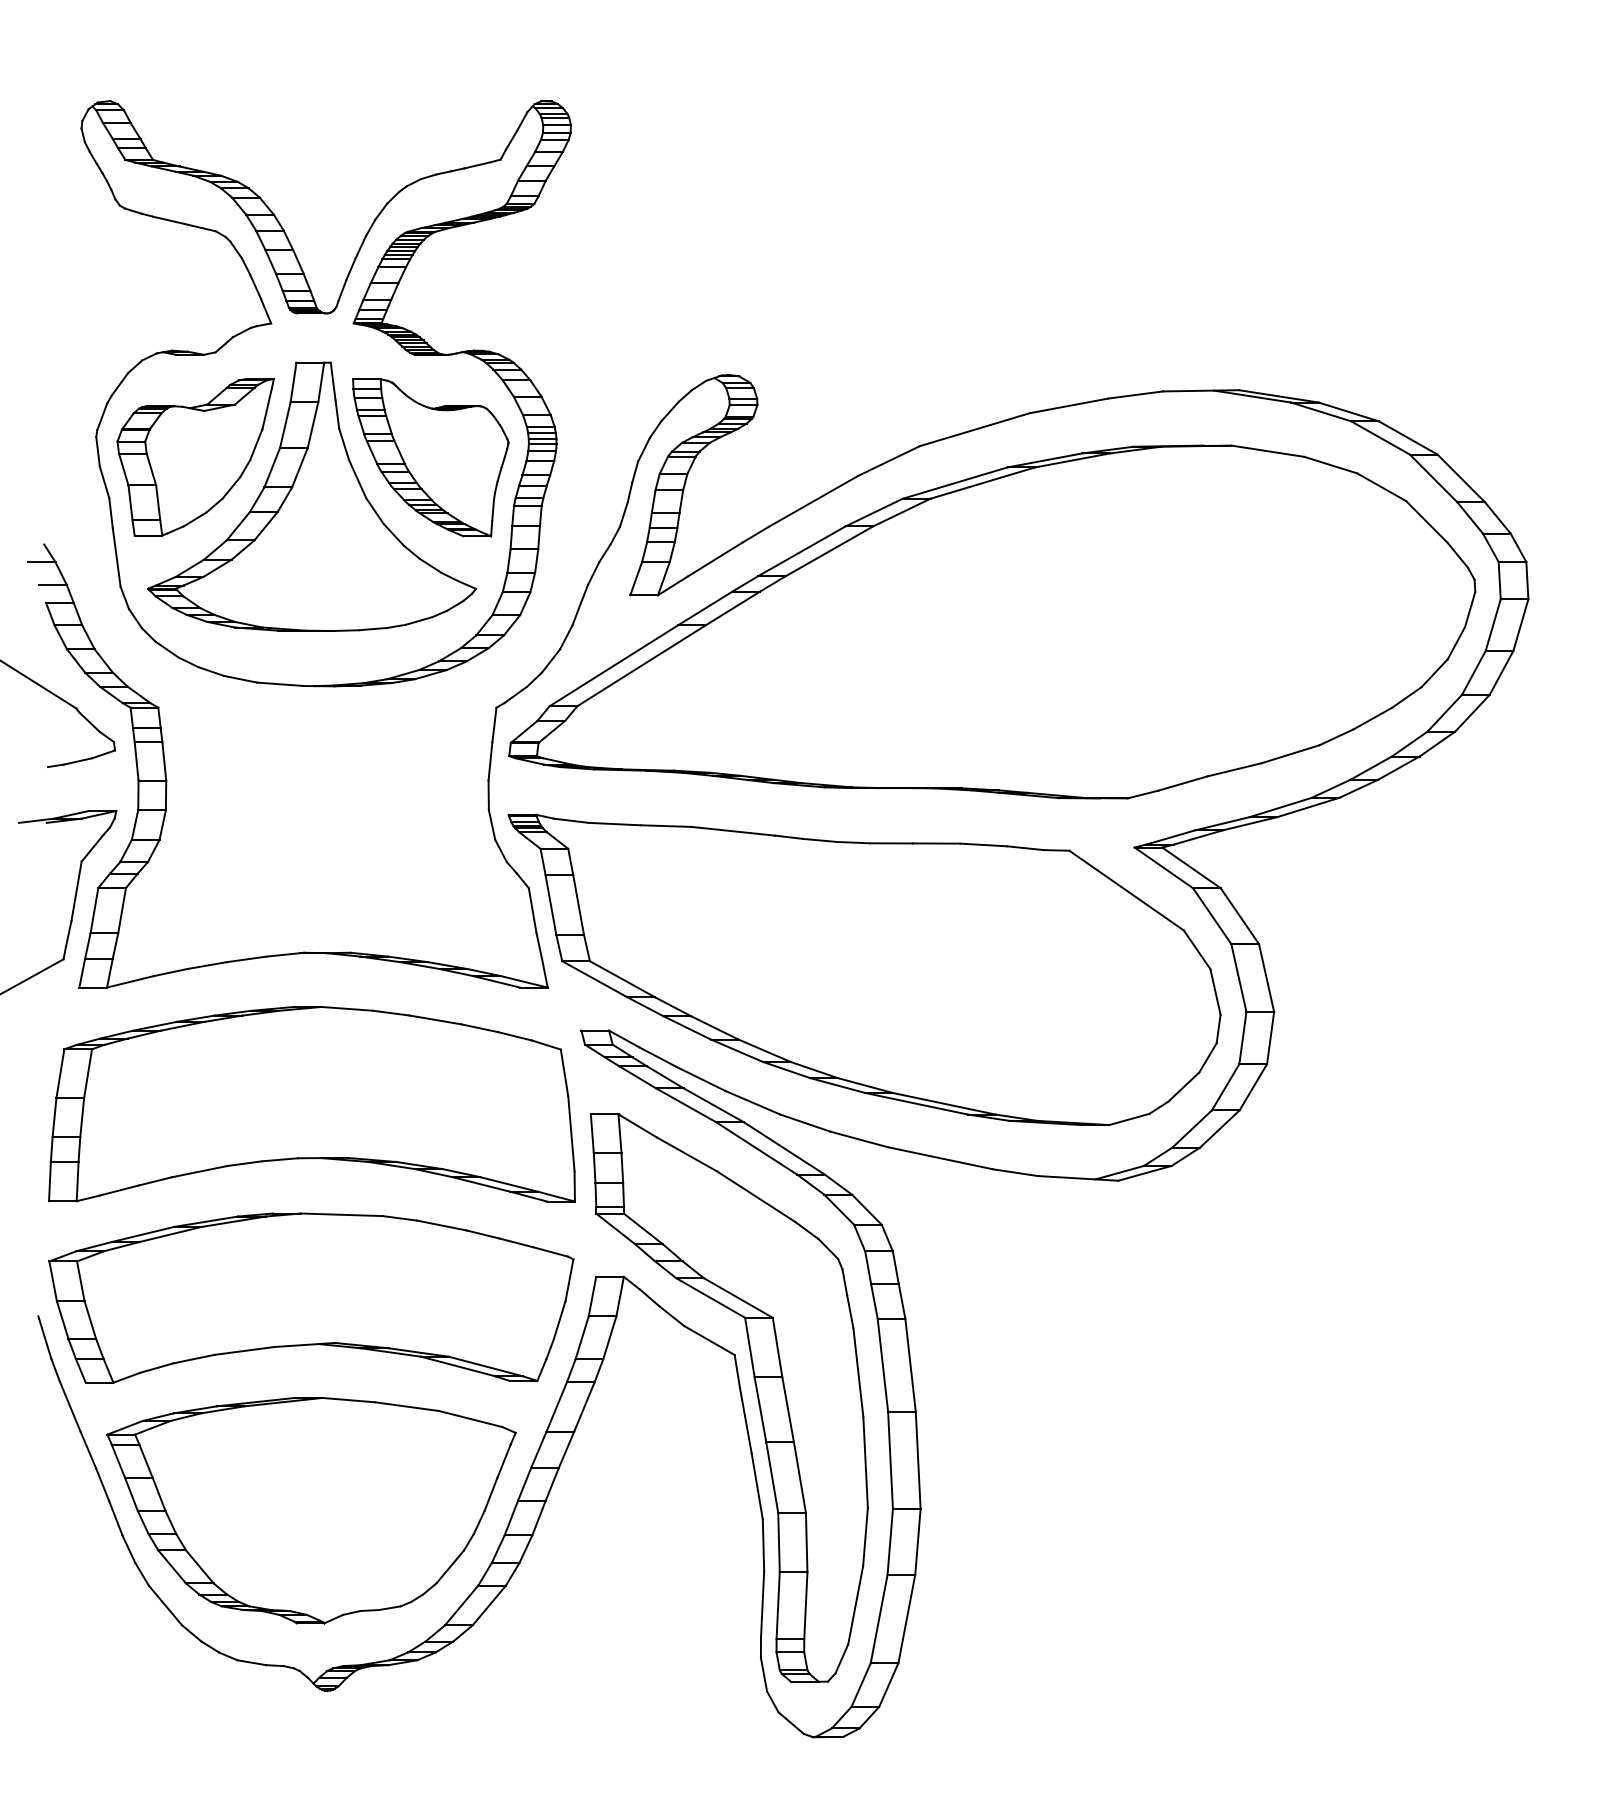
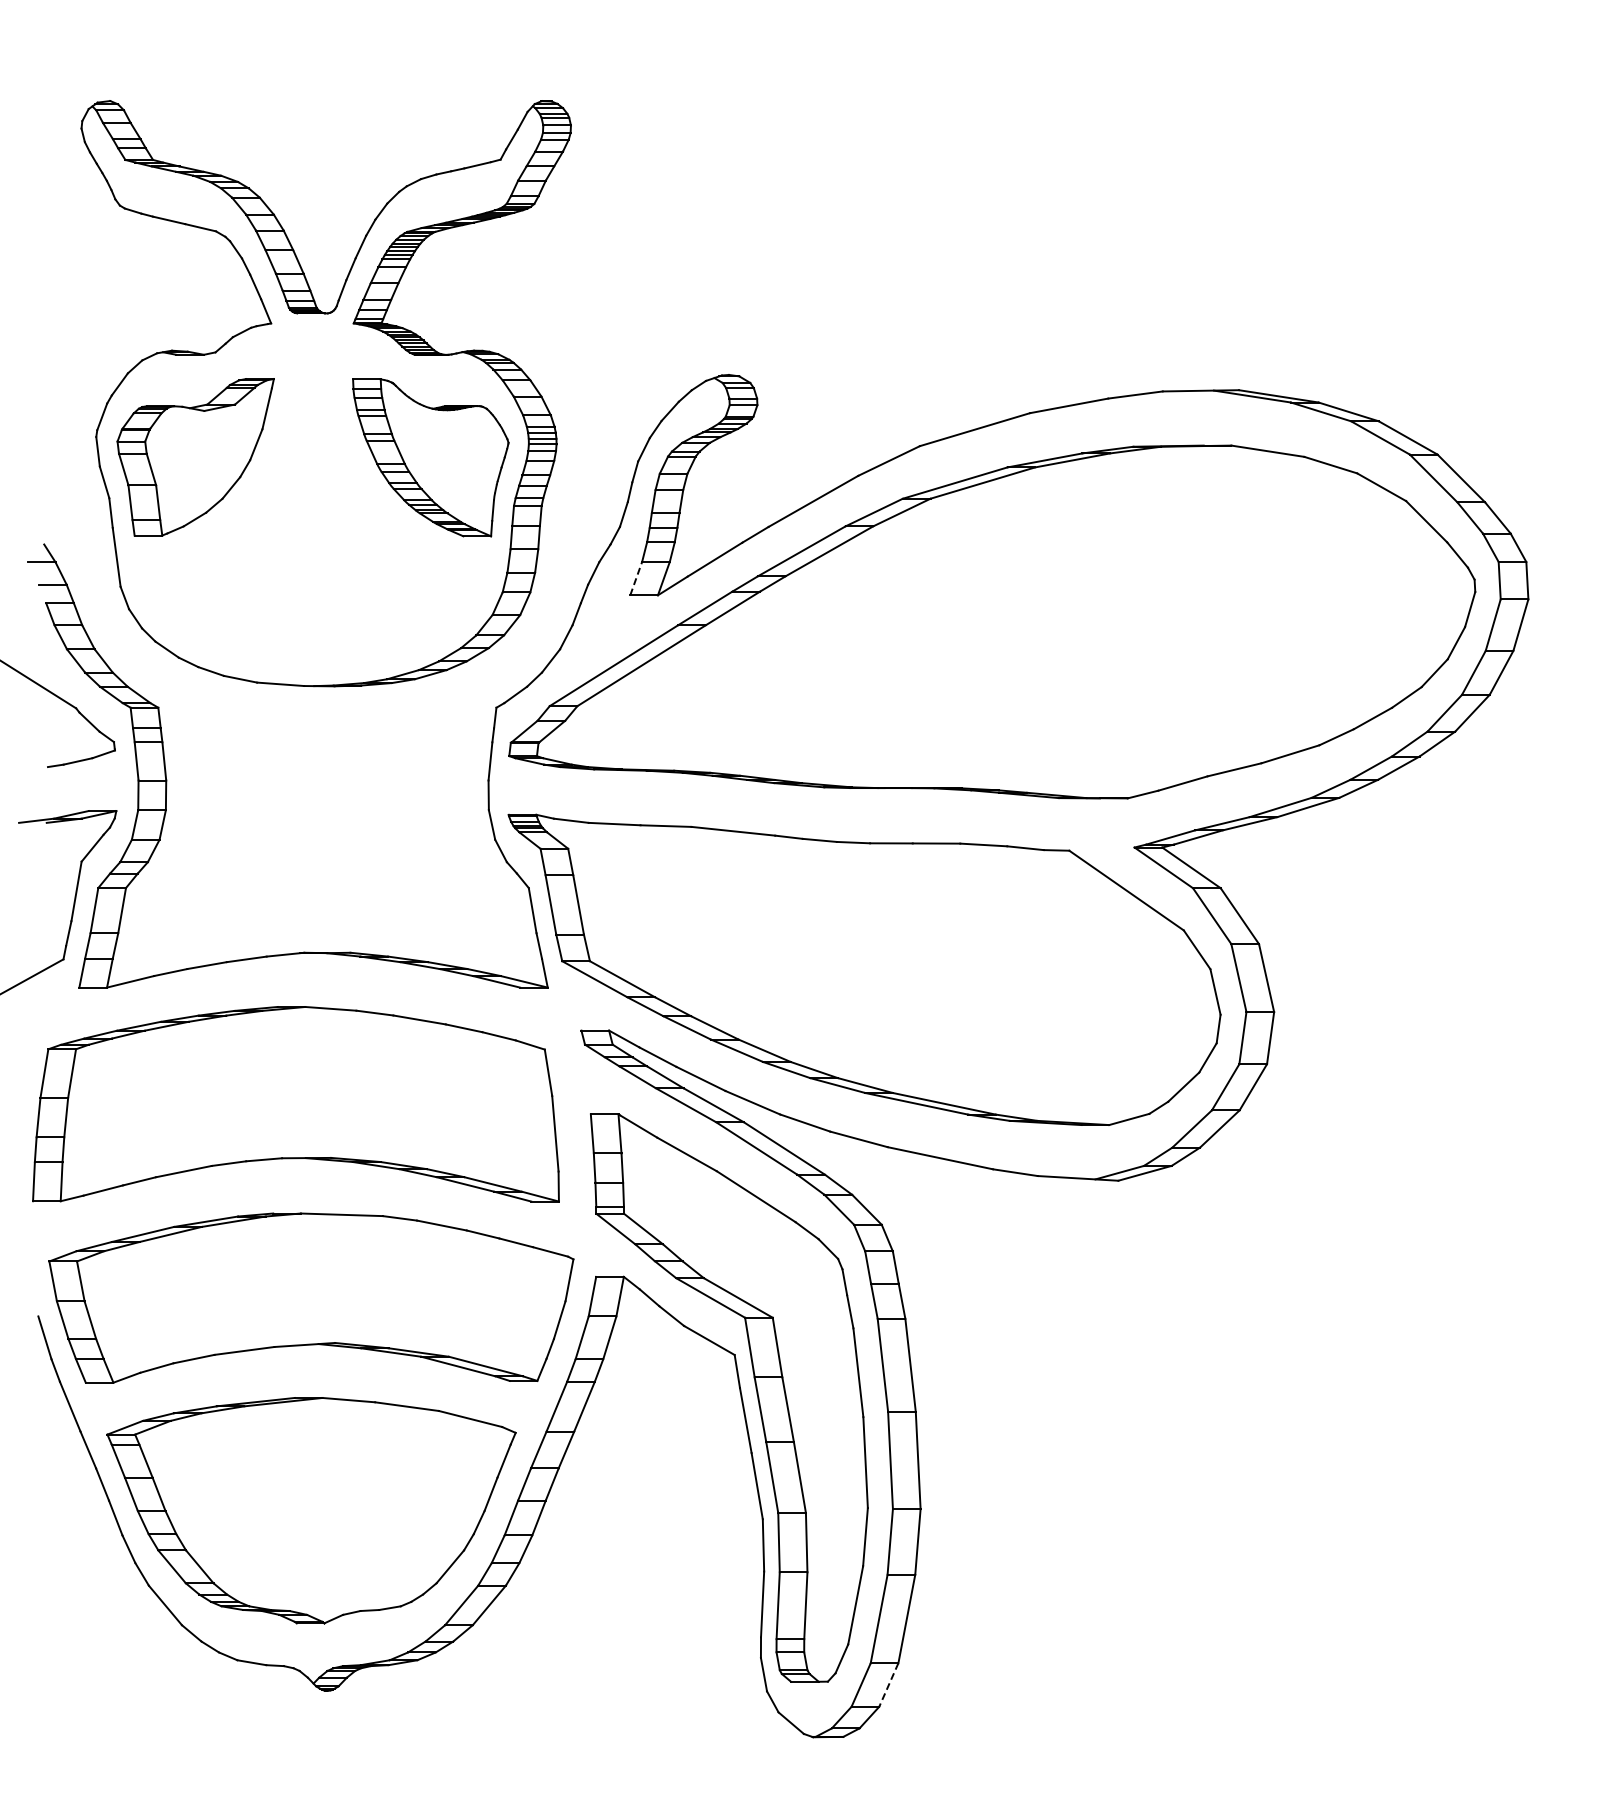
part at (312, 496): present -> none
line at (636, 578): solid -> dashed
part at (311, 1104) position: (311, 1104) -> (295, 1104)
line at (888, 1685): solid -> dashed
